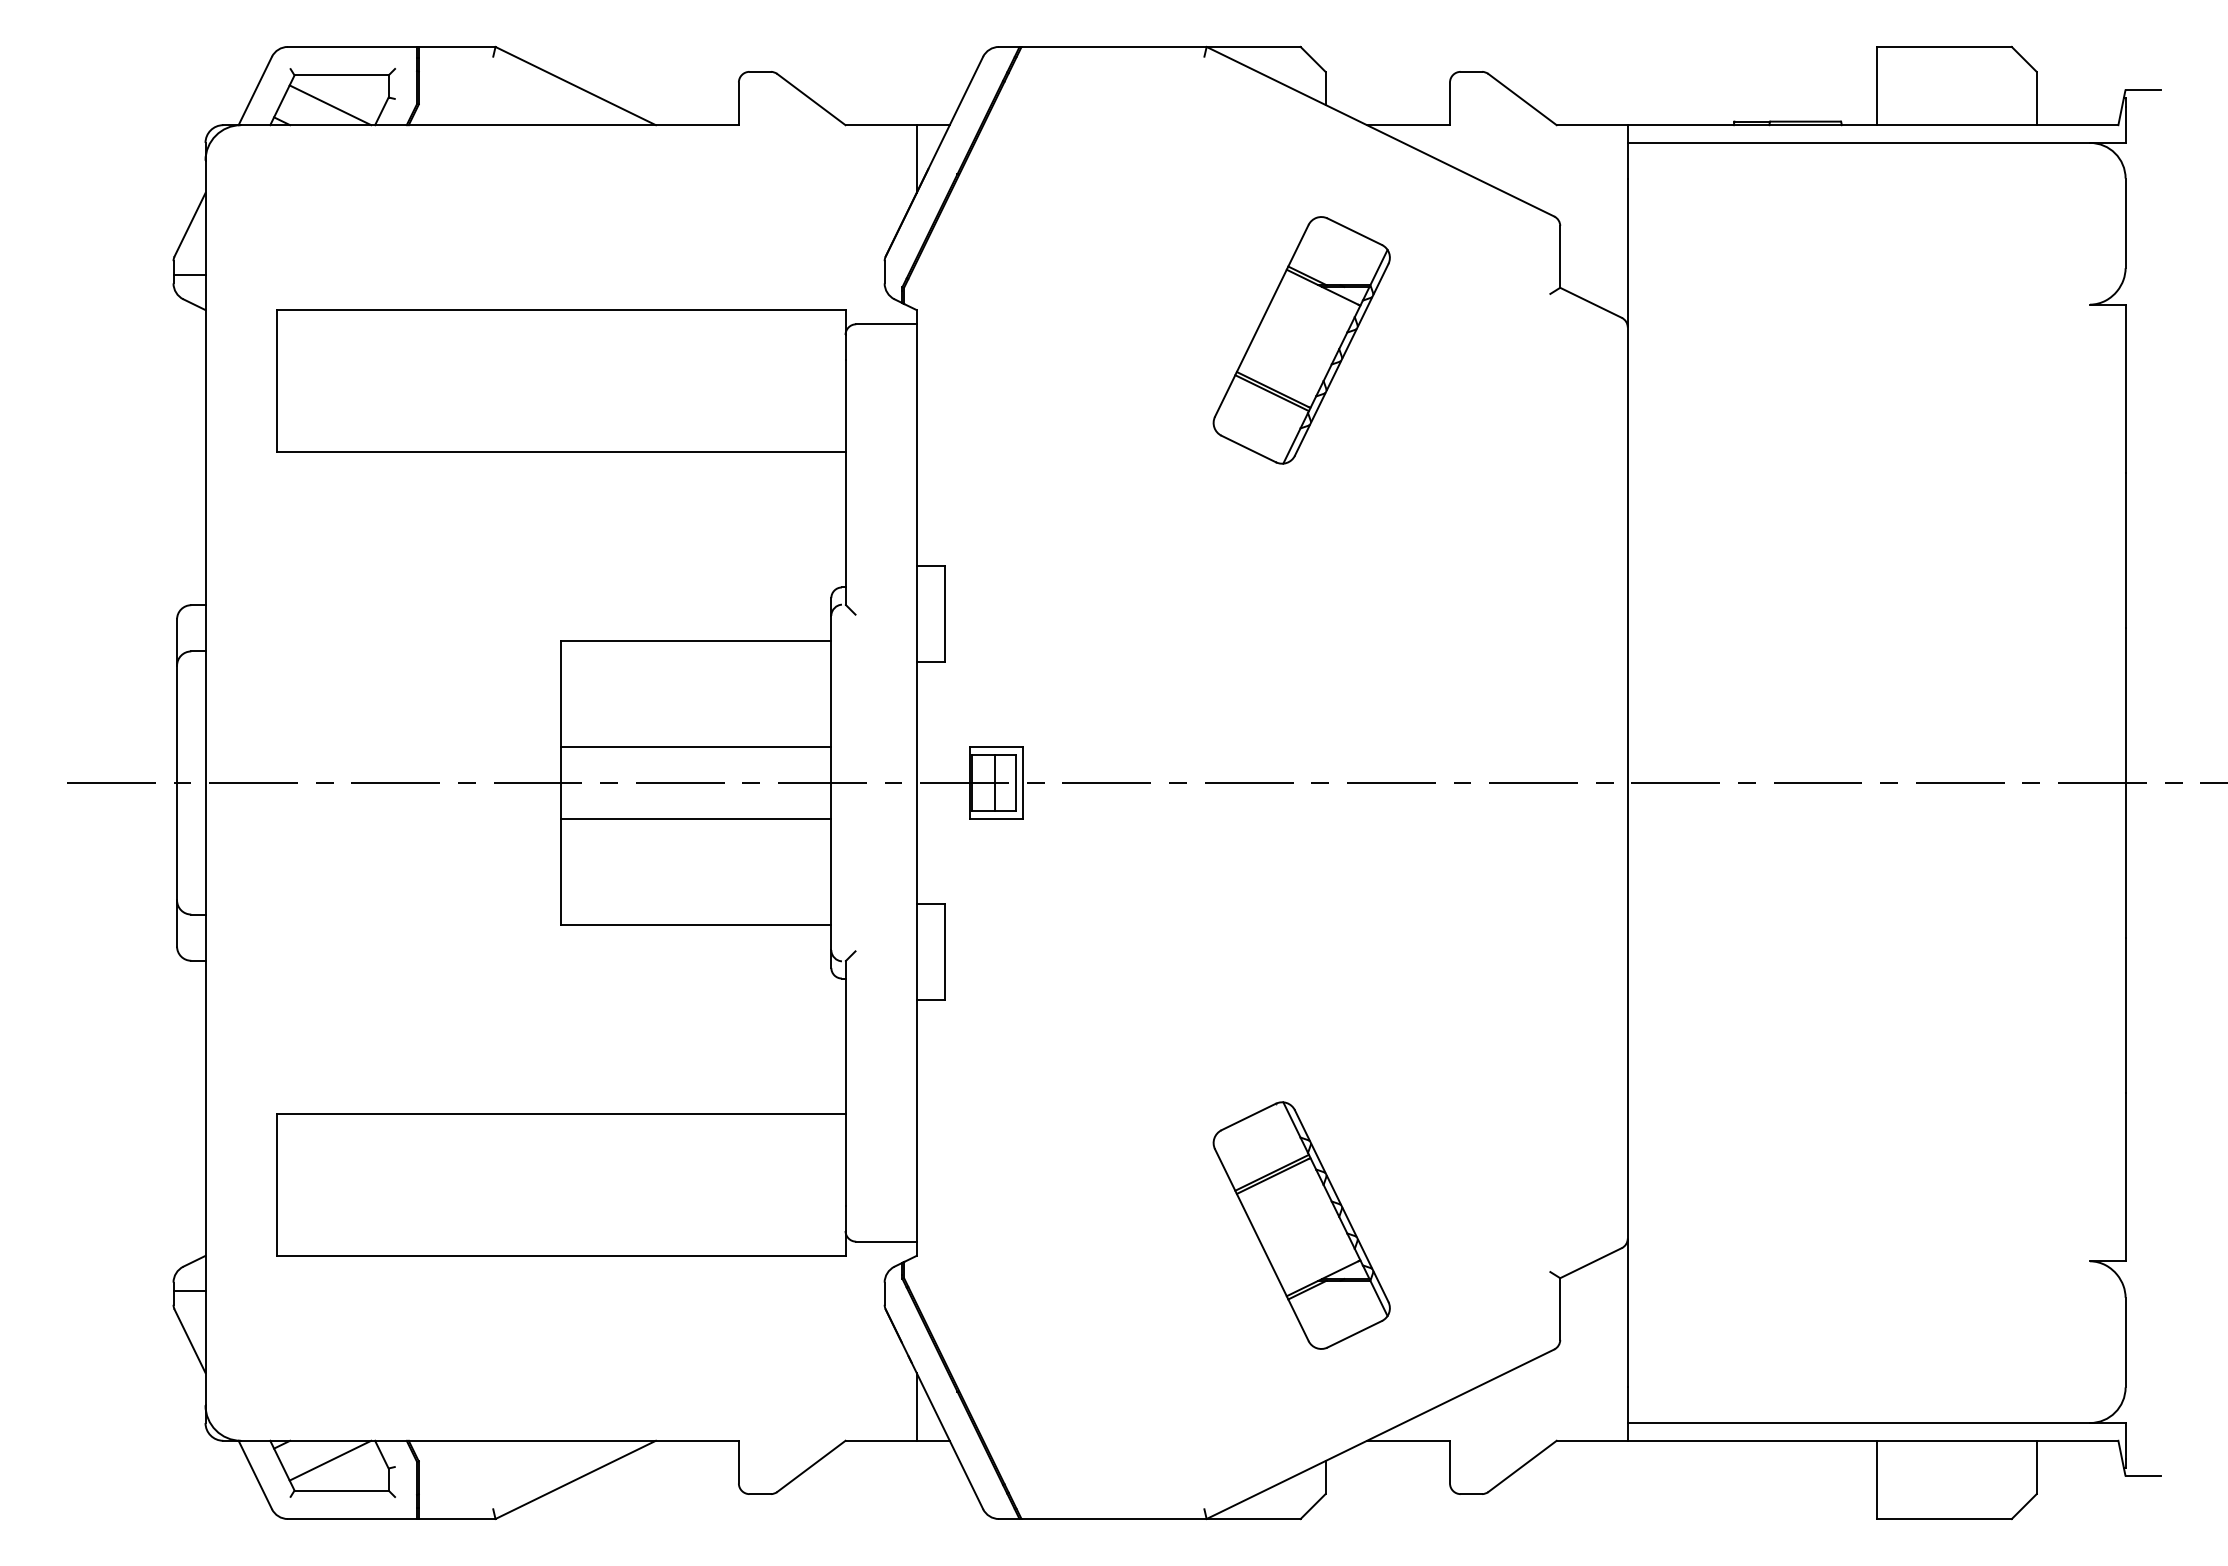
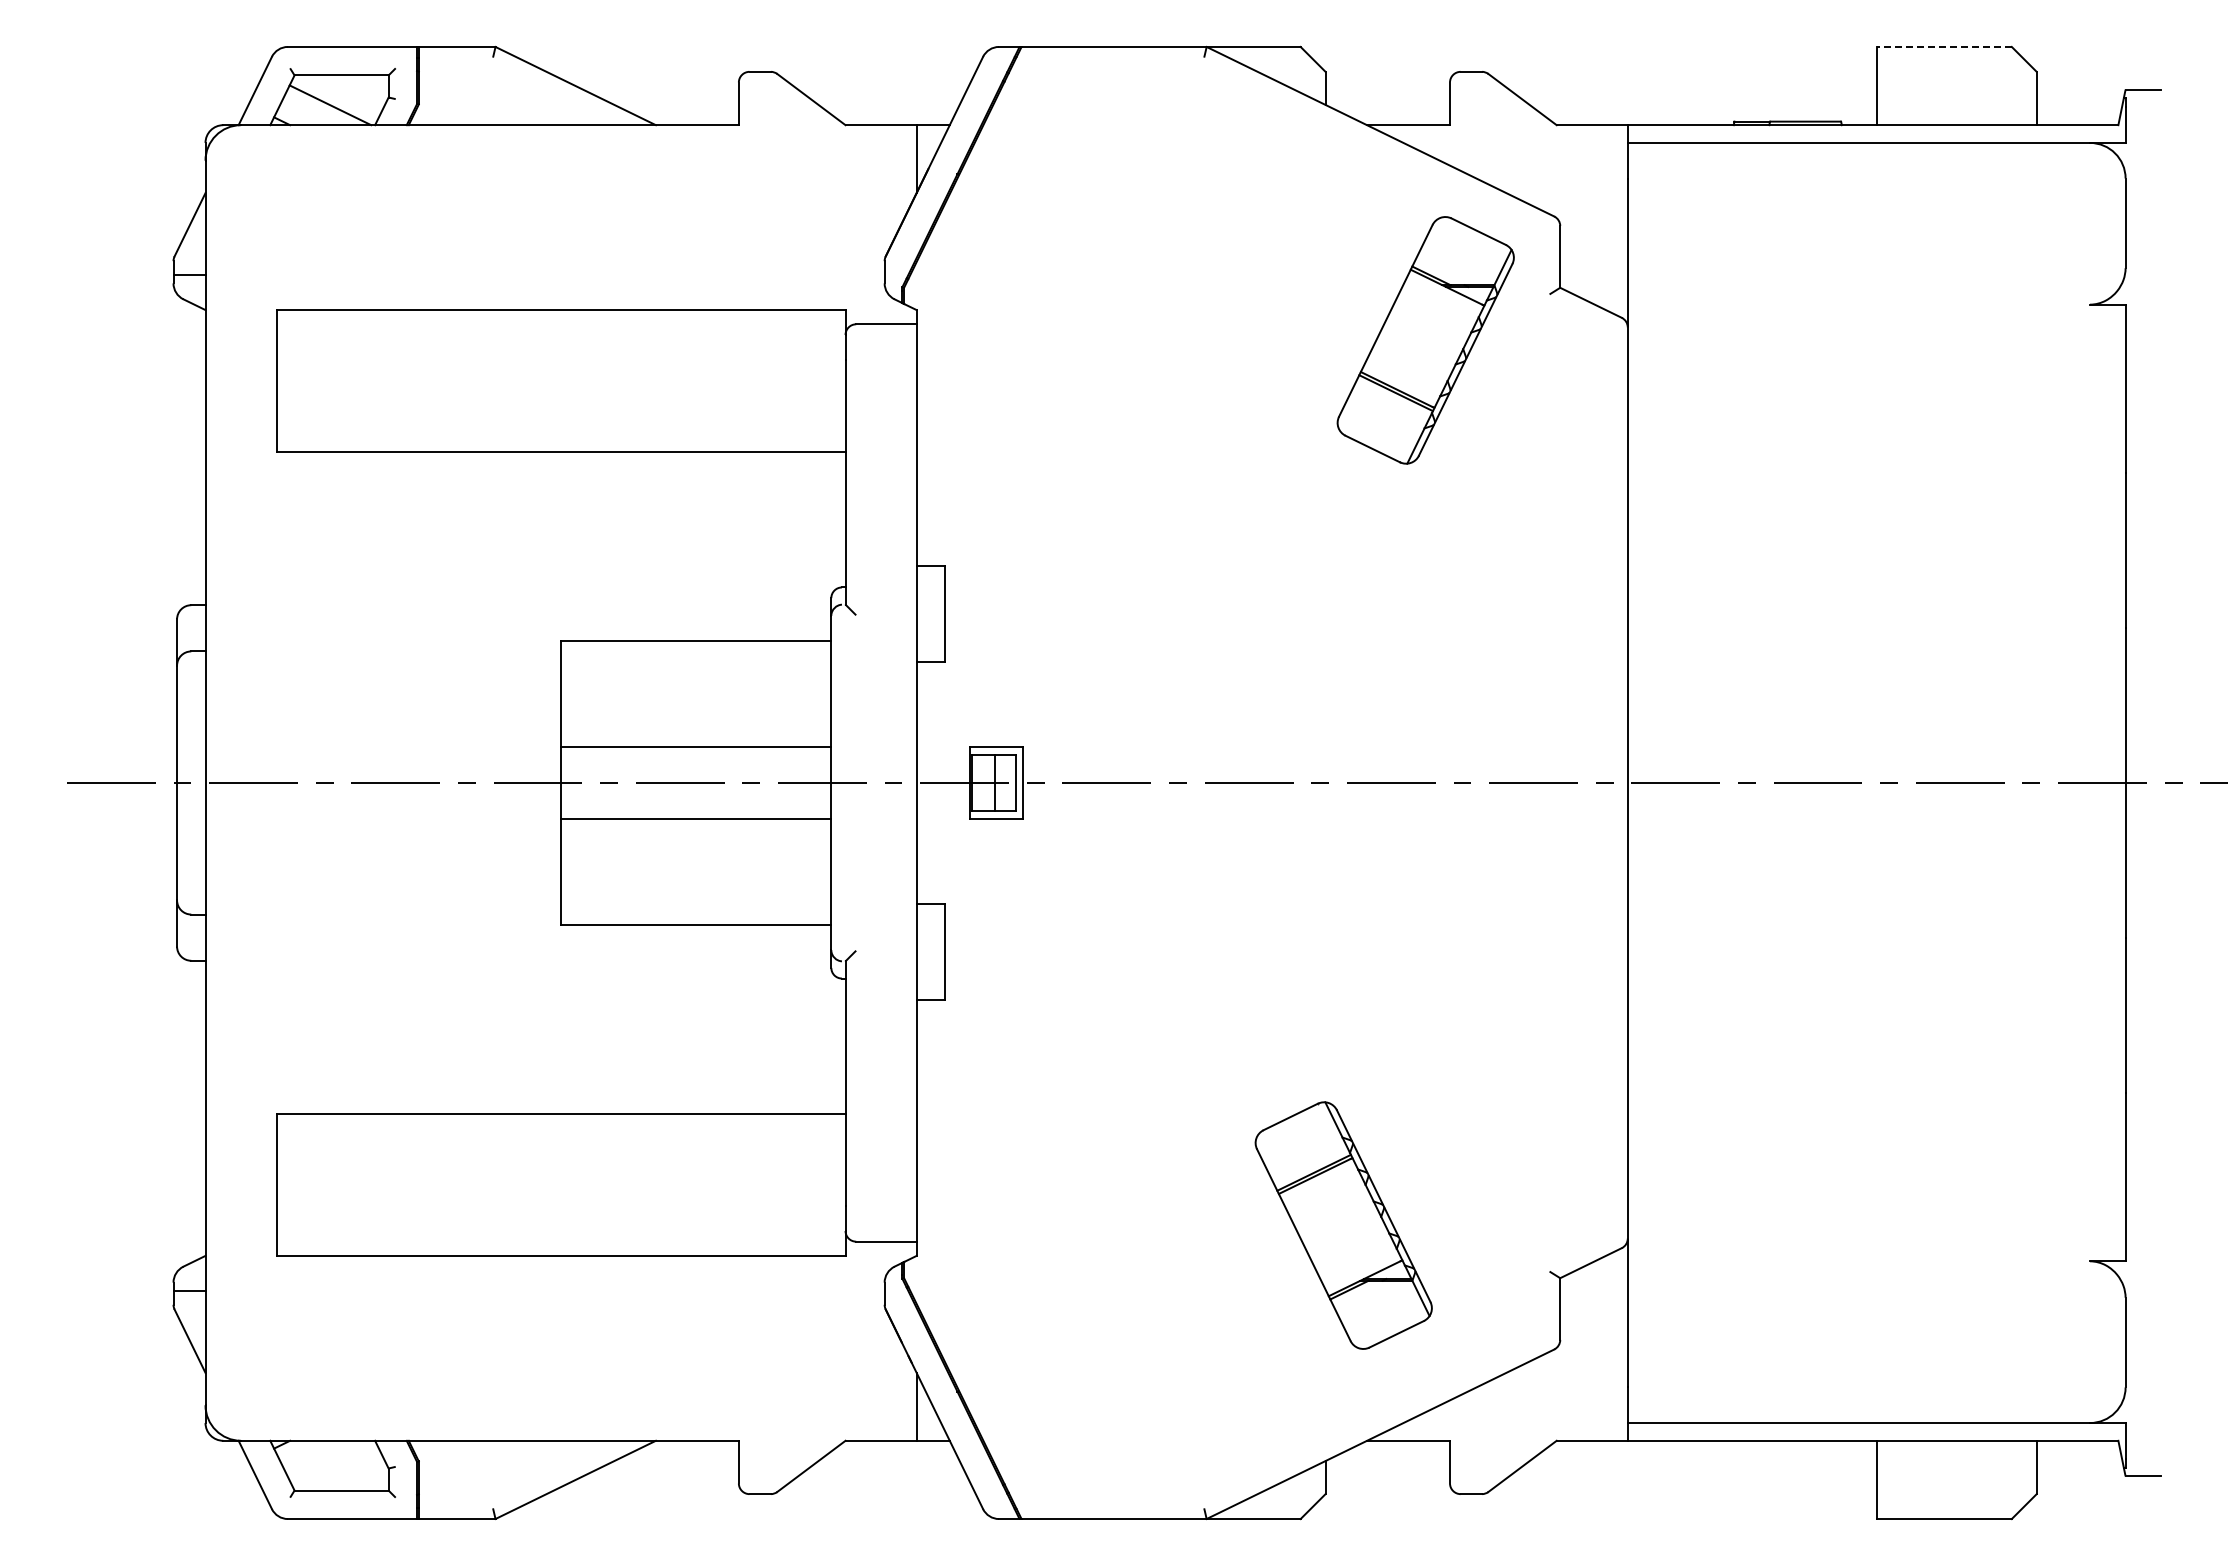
line at (1944, 46): solid -> dashed
part at (1301, 340) position: (1301, 340) -> (1425, 340)
part at (1301, 1225) position: (1301, 1225) -> (1343, 1225)
line at (330, 1460): present -> none
